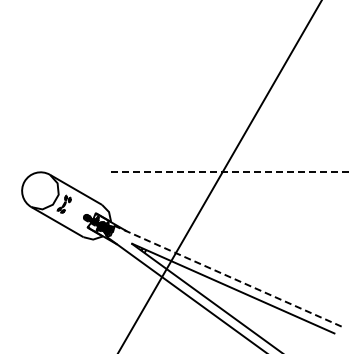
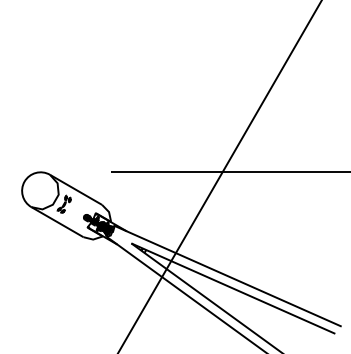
line at (230, 172): dashed -> solid
line at (227, 276): dashed -> solid
